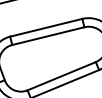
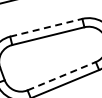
line at (46, 27): solid -> dashed
line at (61, 76): solid -> dashed
